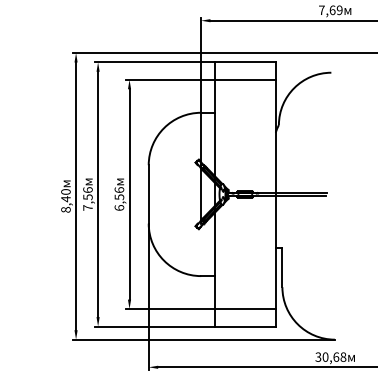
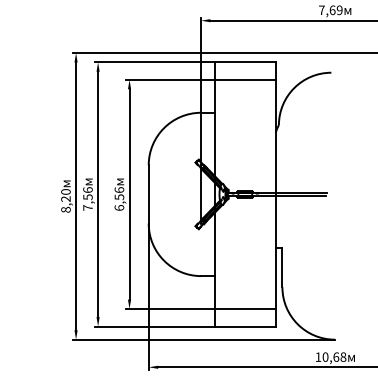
text at (65, 199): 8,40 -> 8,20
text at (318, 356): 30,68 -> 10,68
